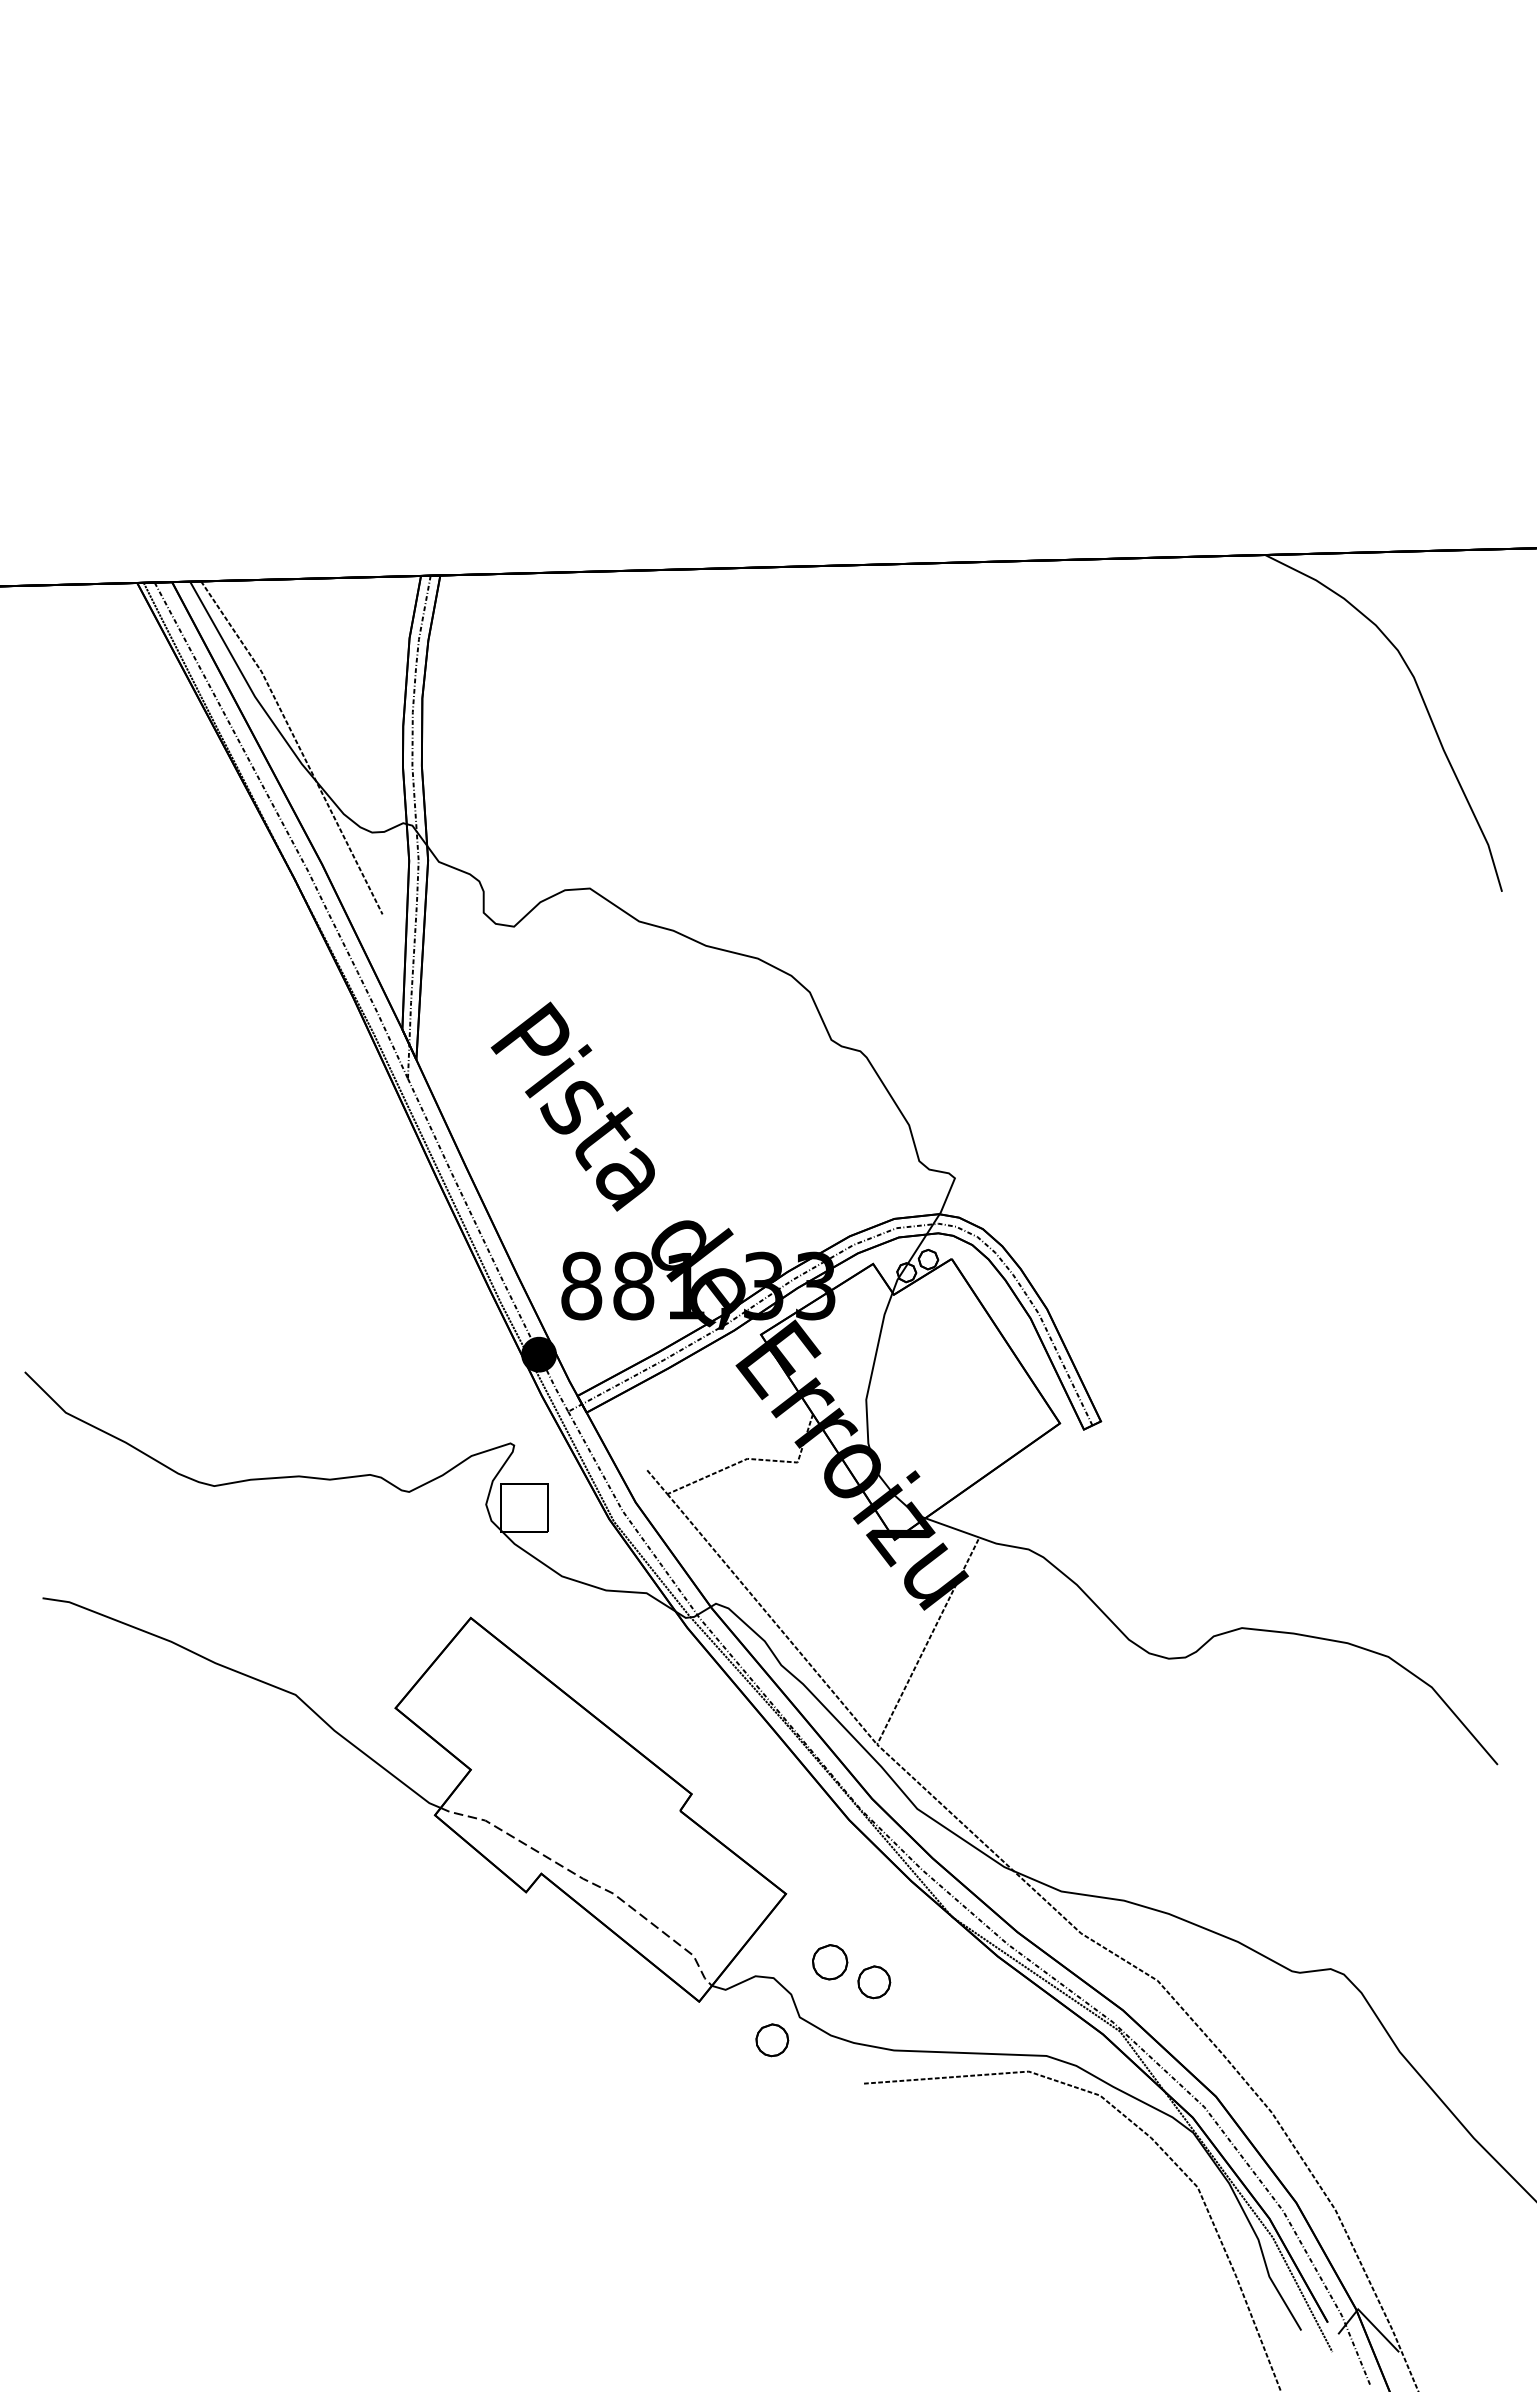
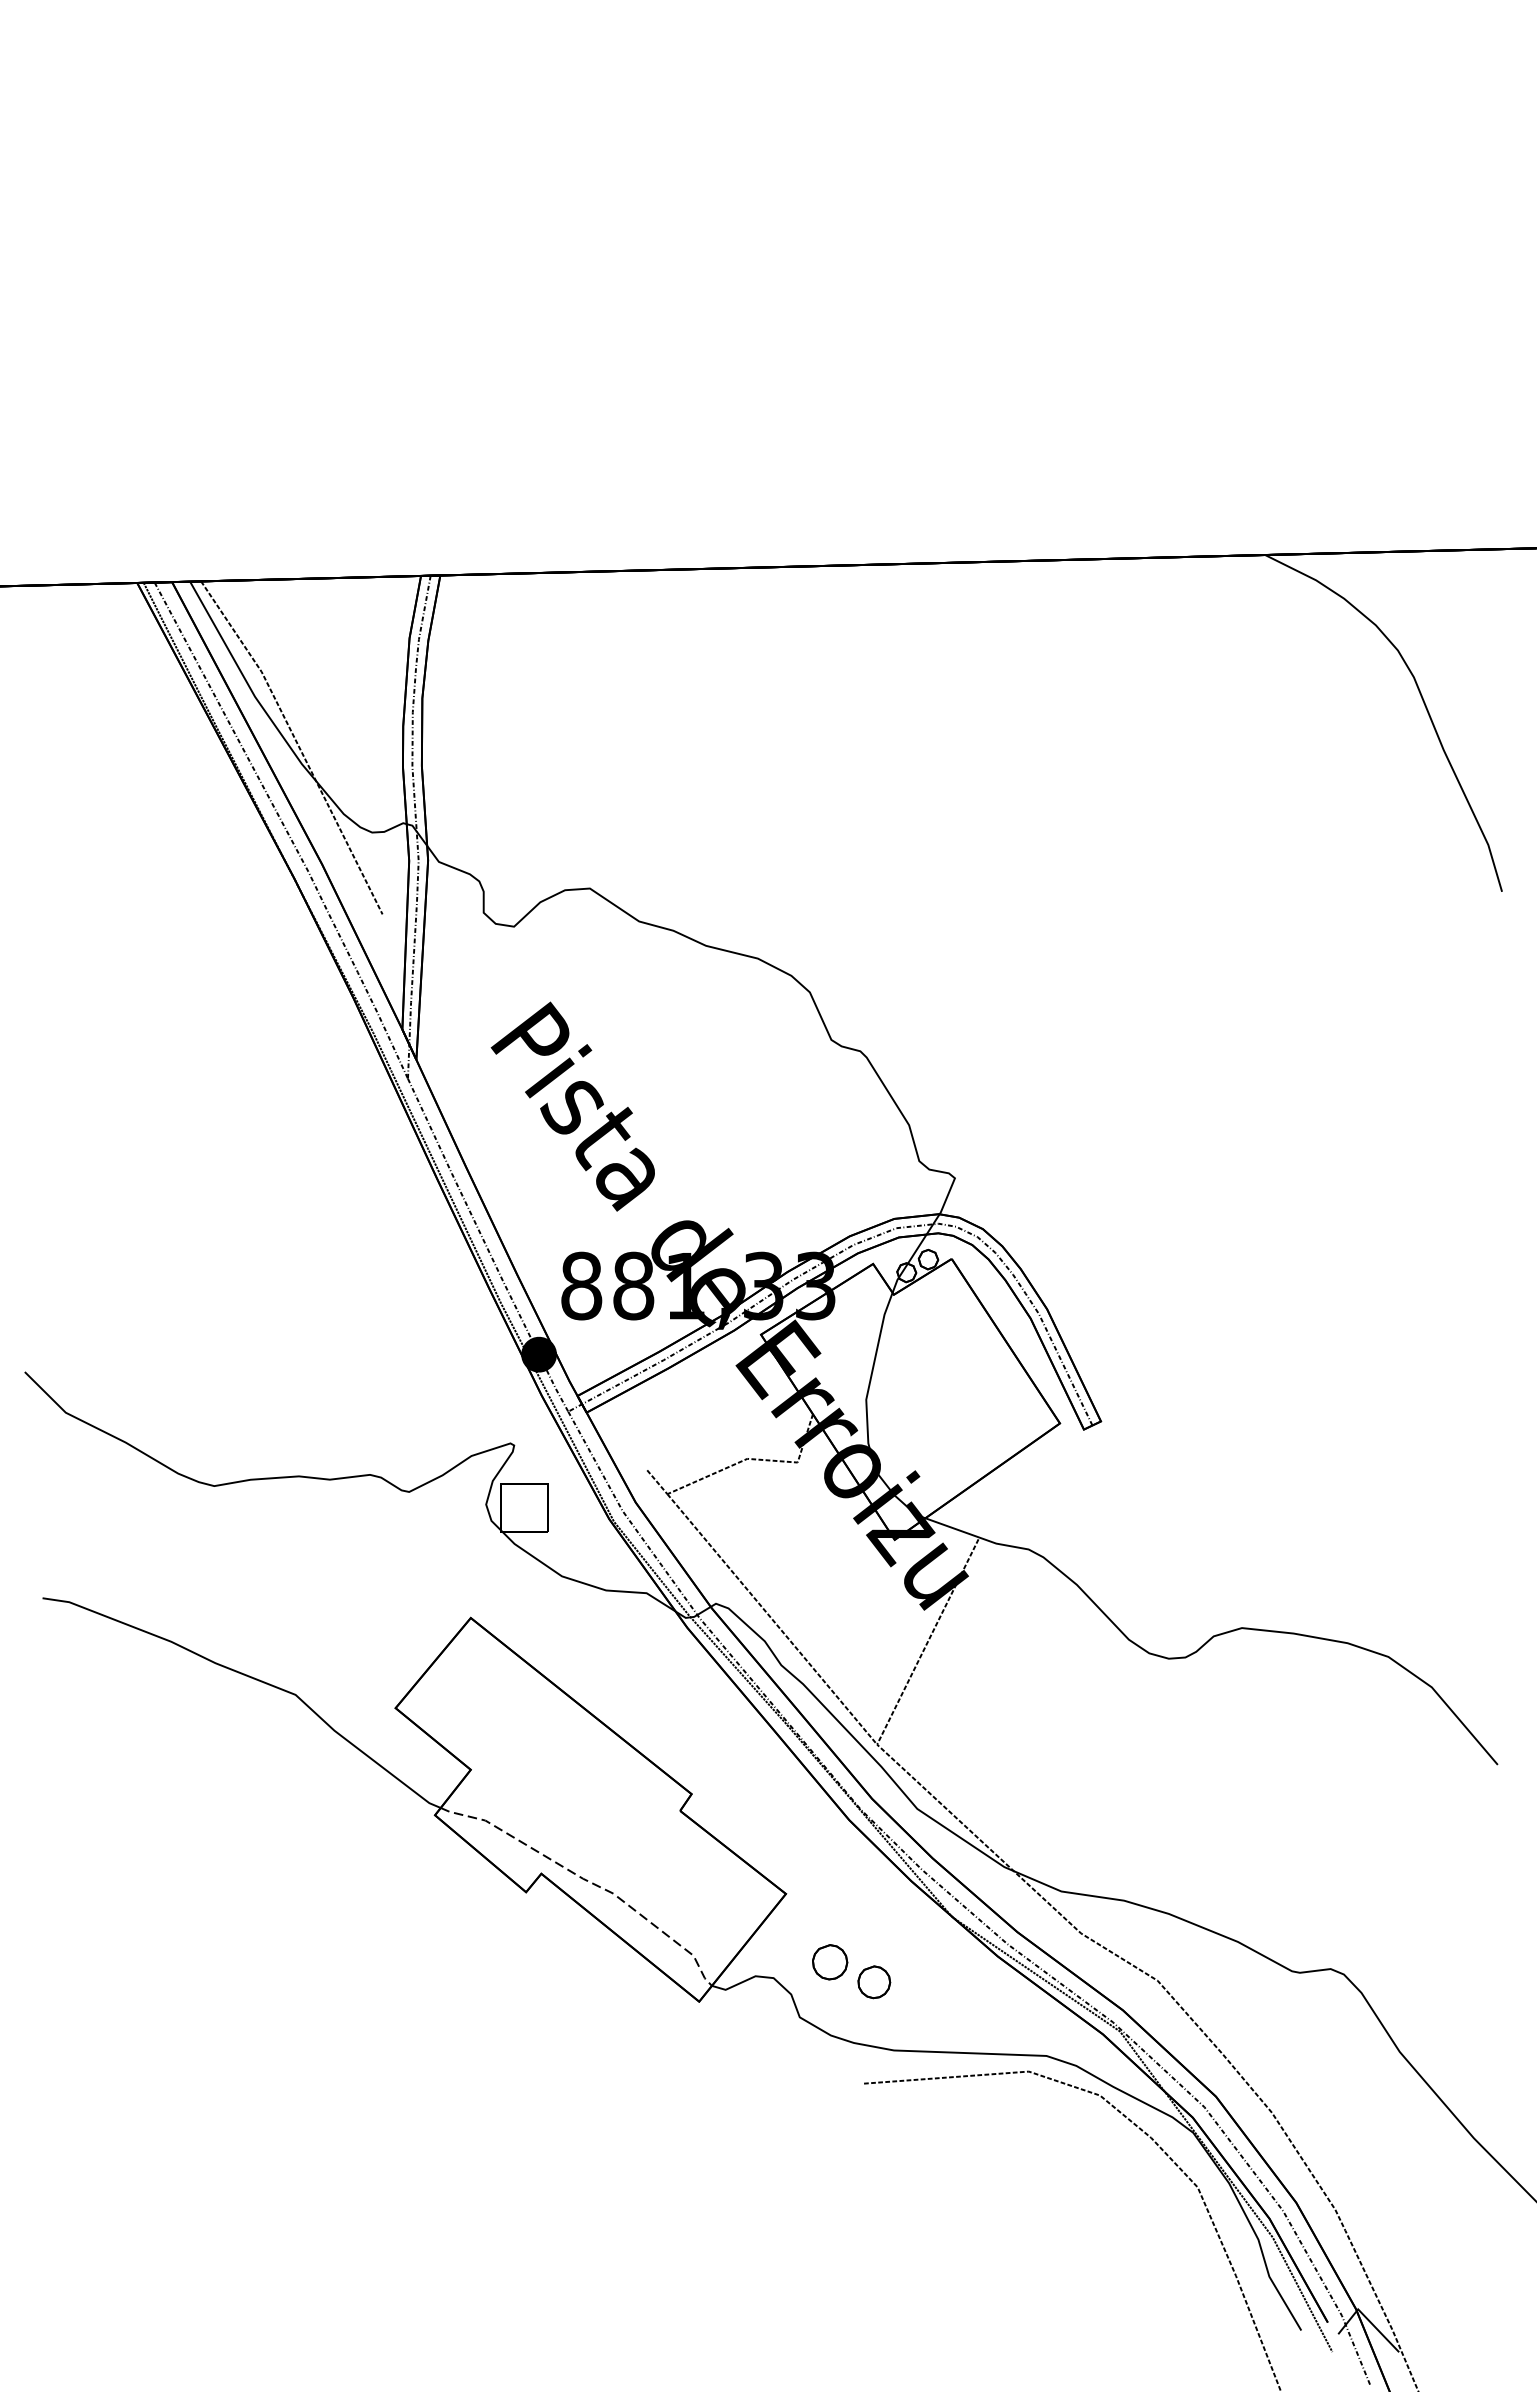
part at (772, 2040): present -> none
